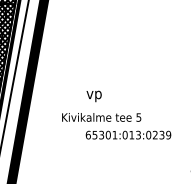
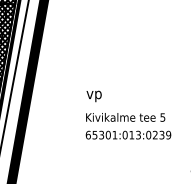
text at (101, 117) position: (101, 117) -> (125, 117)
